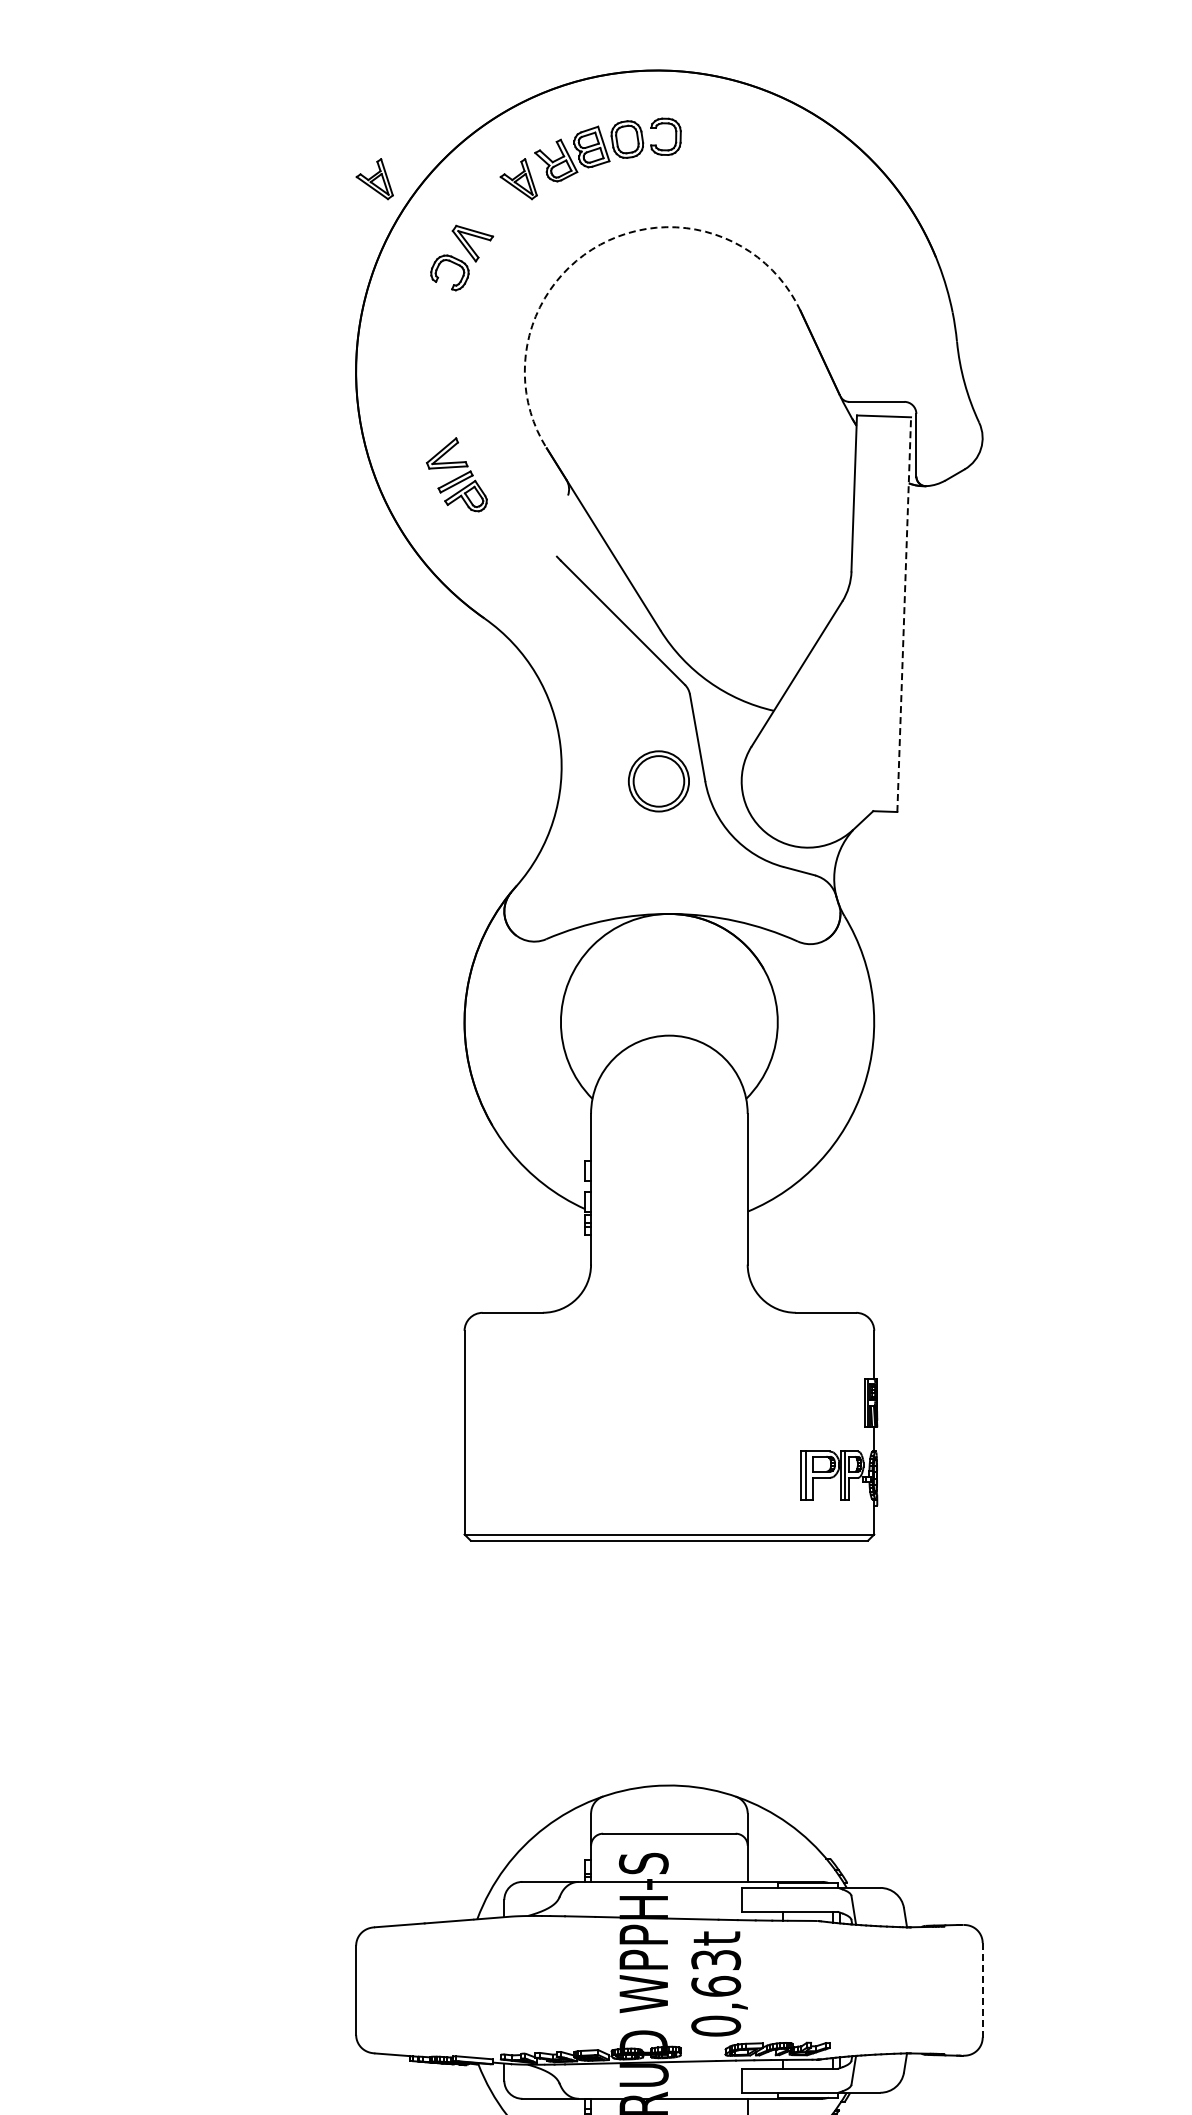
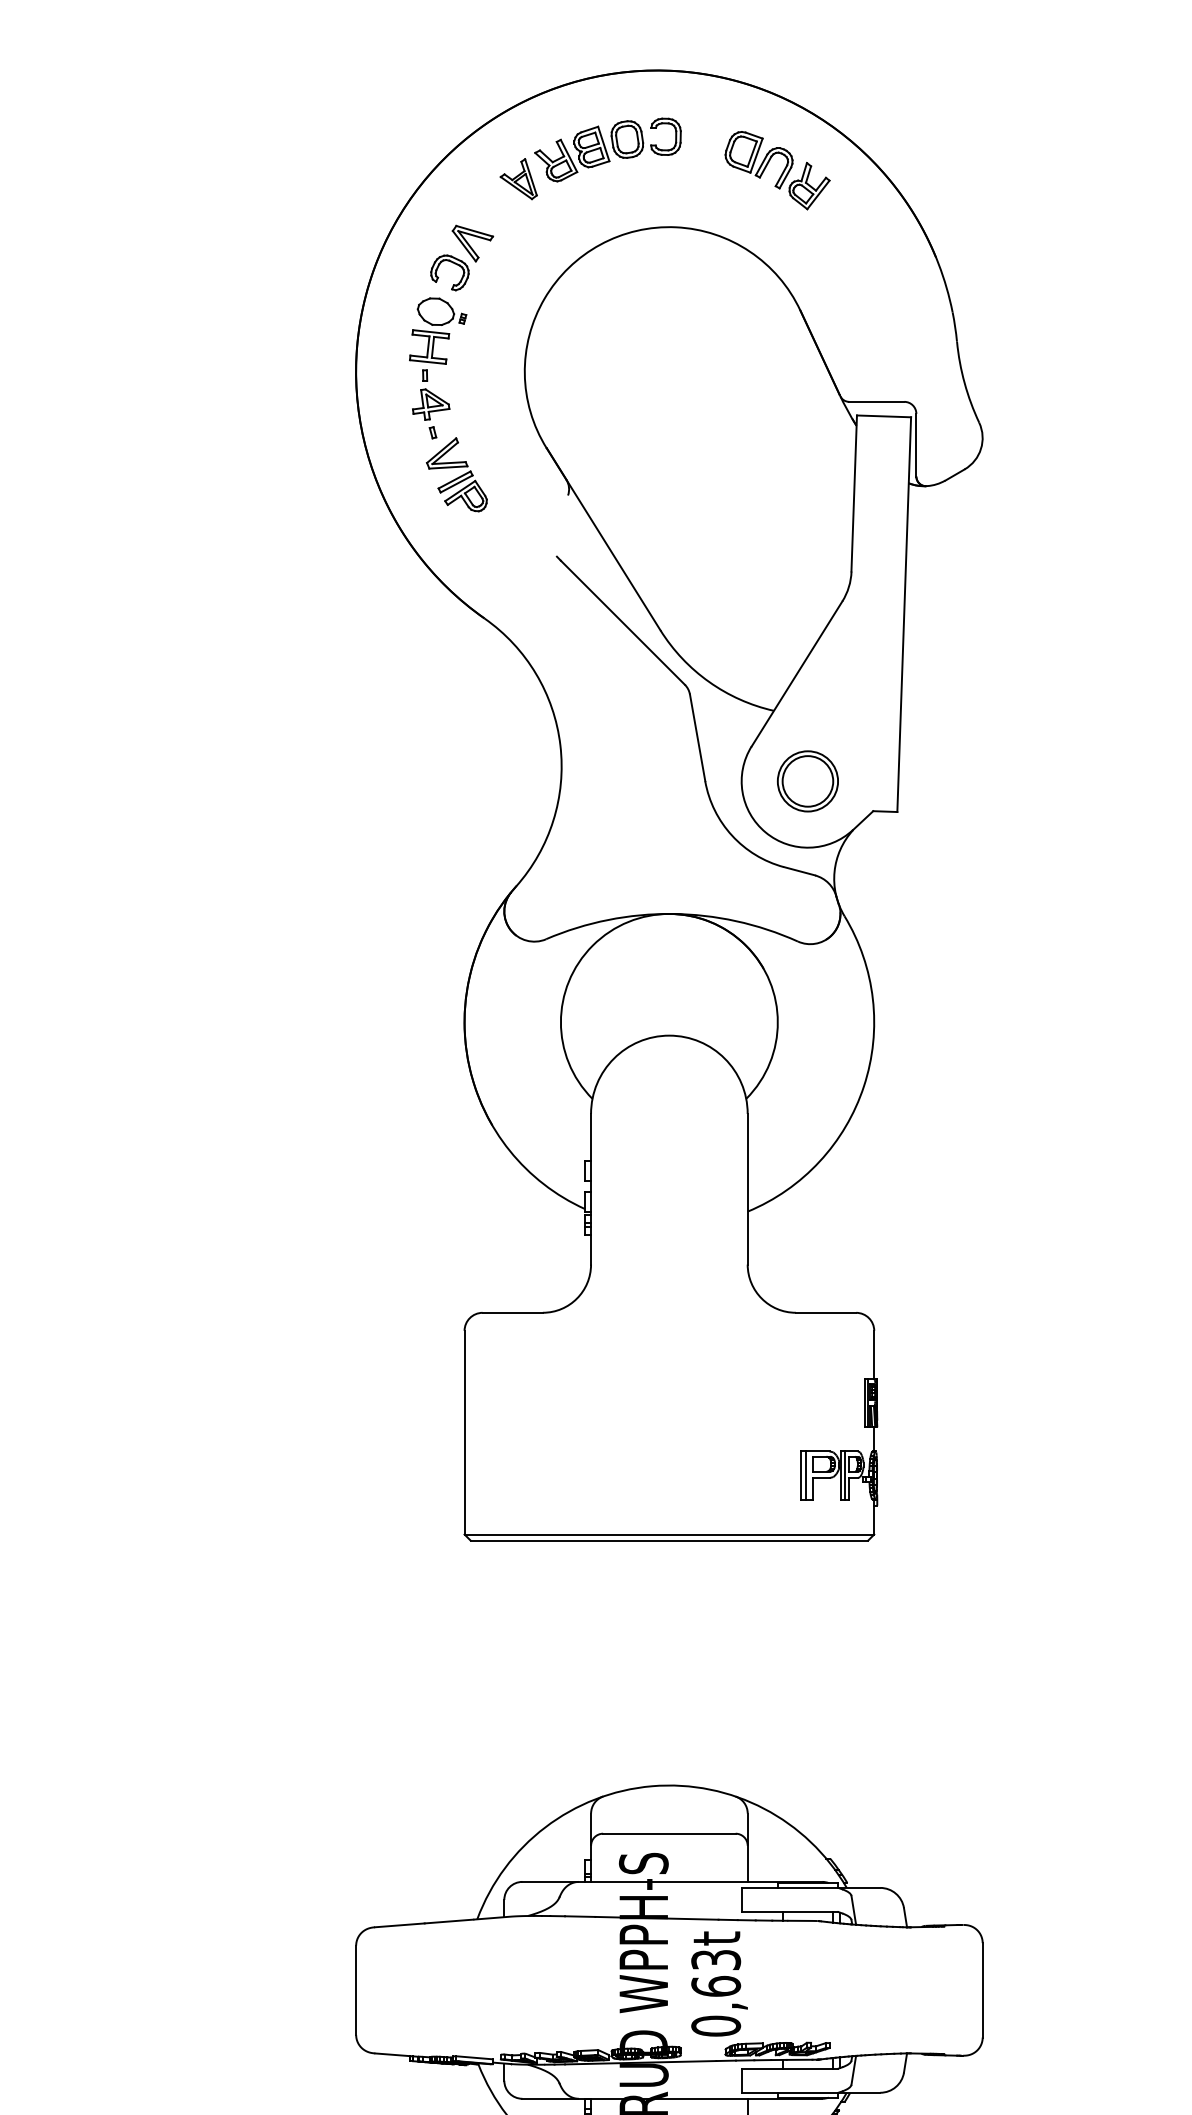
part at (777, 170): none -> present
part at (374, 179): present -> none
arc at (600, 244): dashed -> solid
part at (438, 368): none -> present
line at (904, 614): dashed -> solid
part at (658, 781) position: (658, 781) -> (807, 781)
line at (982, 1989): dashed -> solid
